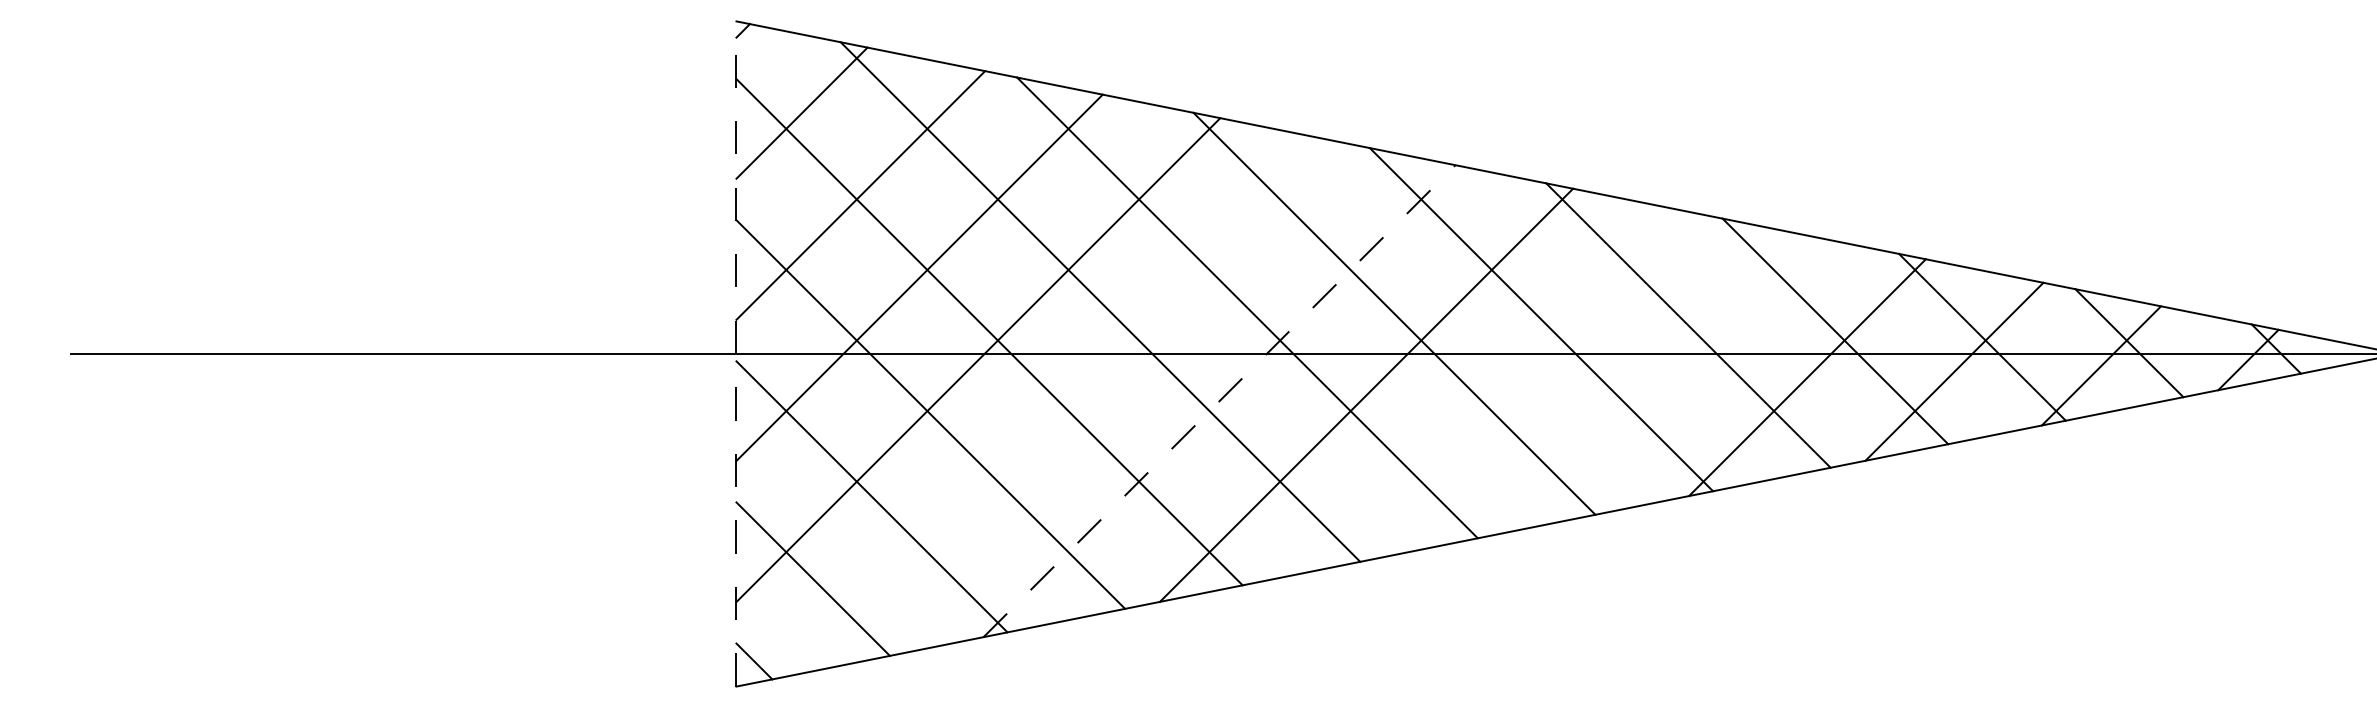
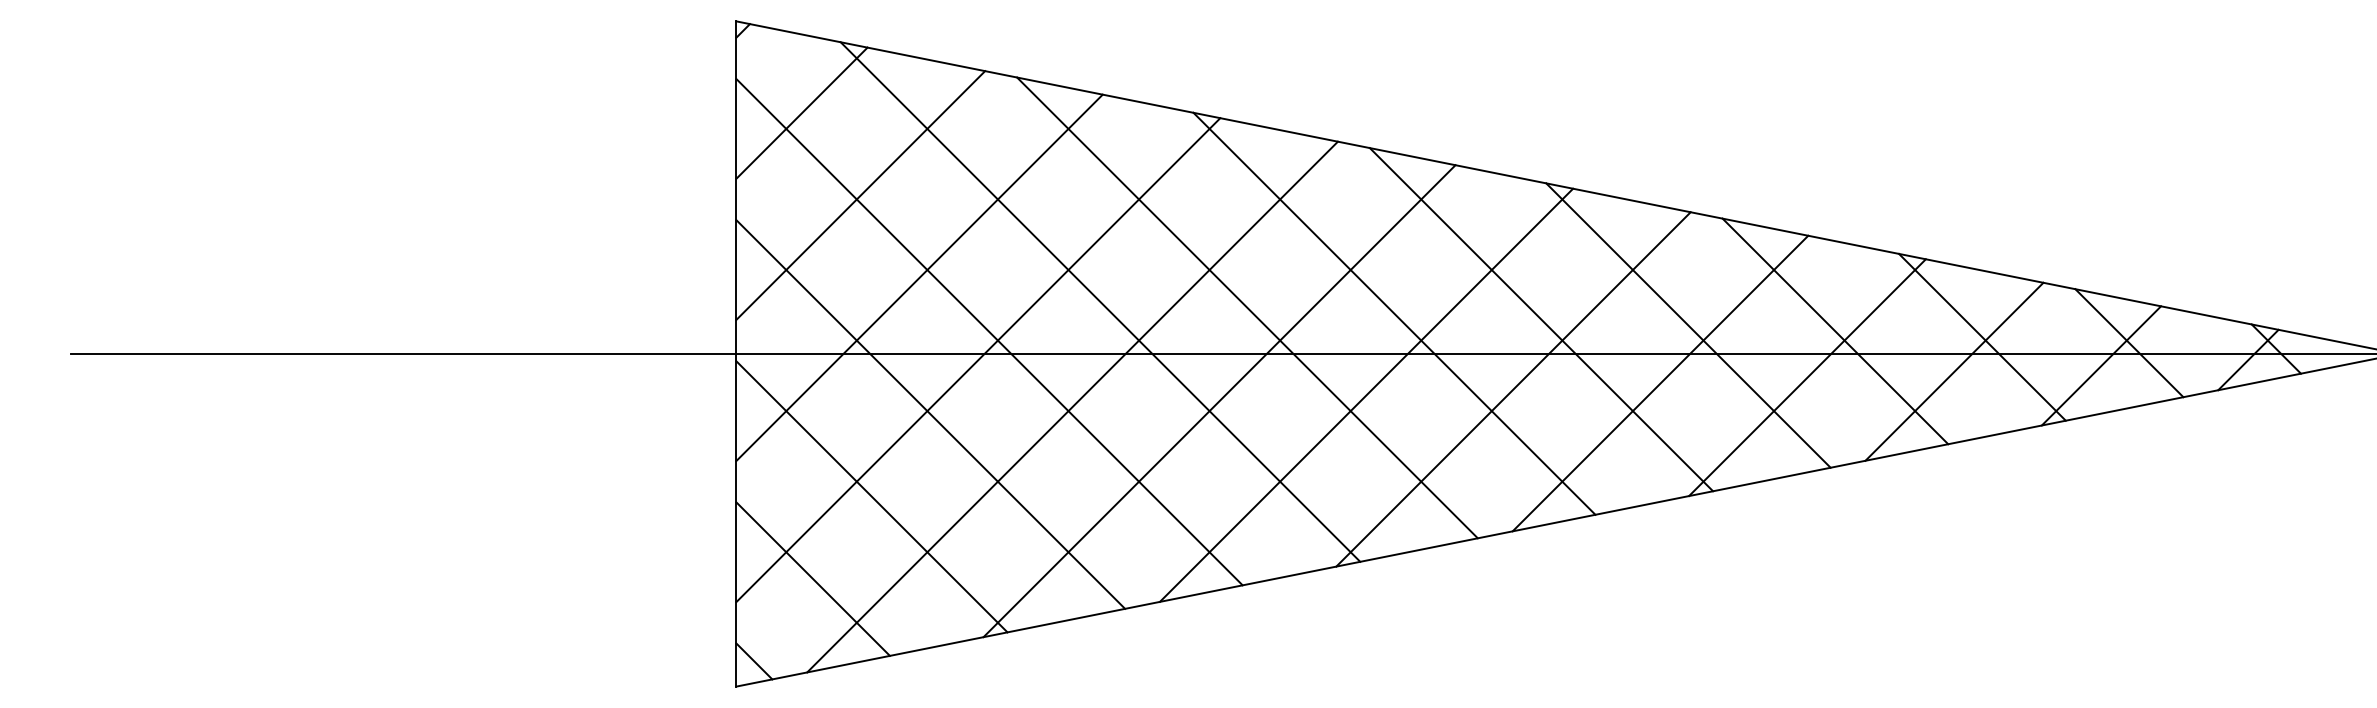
line at (736, 354): dashed -> solid
line at (1660, 383): none -> present
line at (1513, 389): none -> present
line at (1219, 401): dashed -> solid
line at (1072, 406): none -> present
